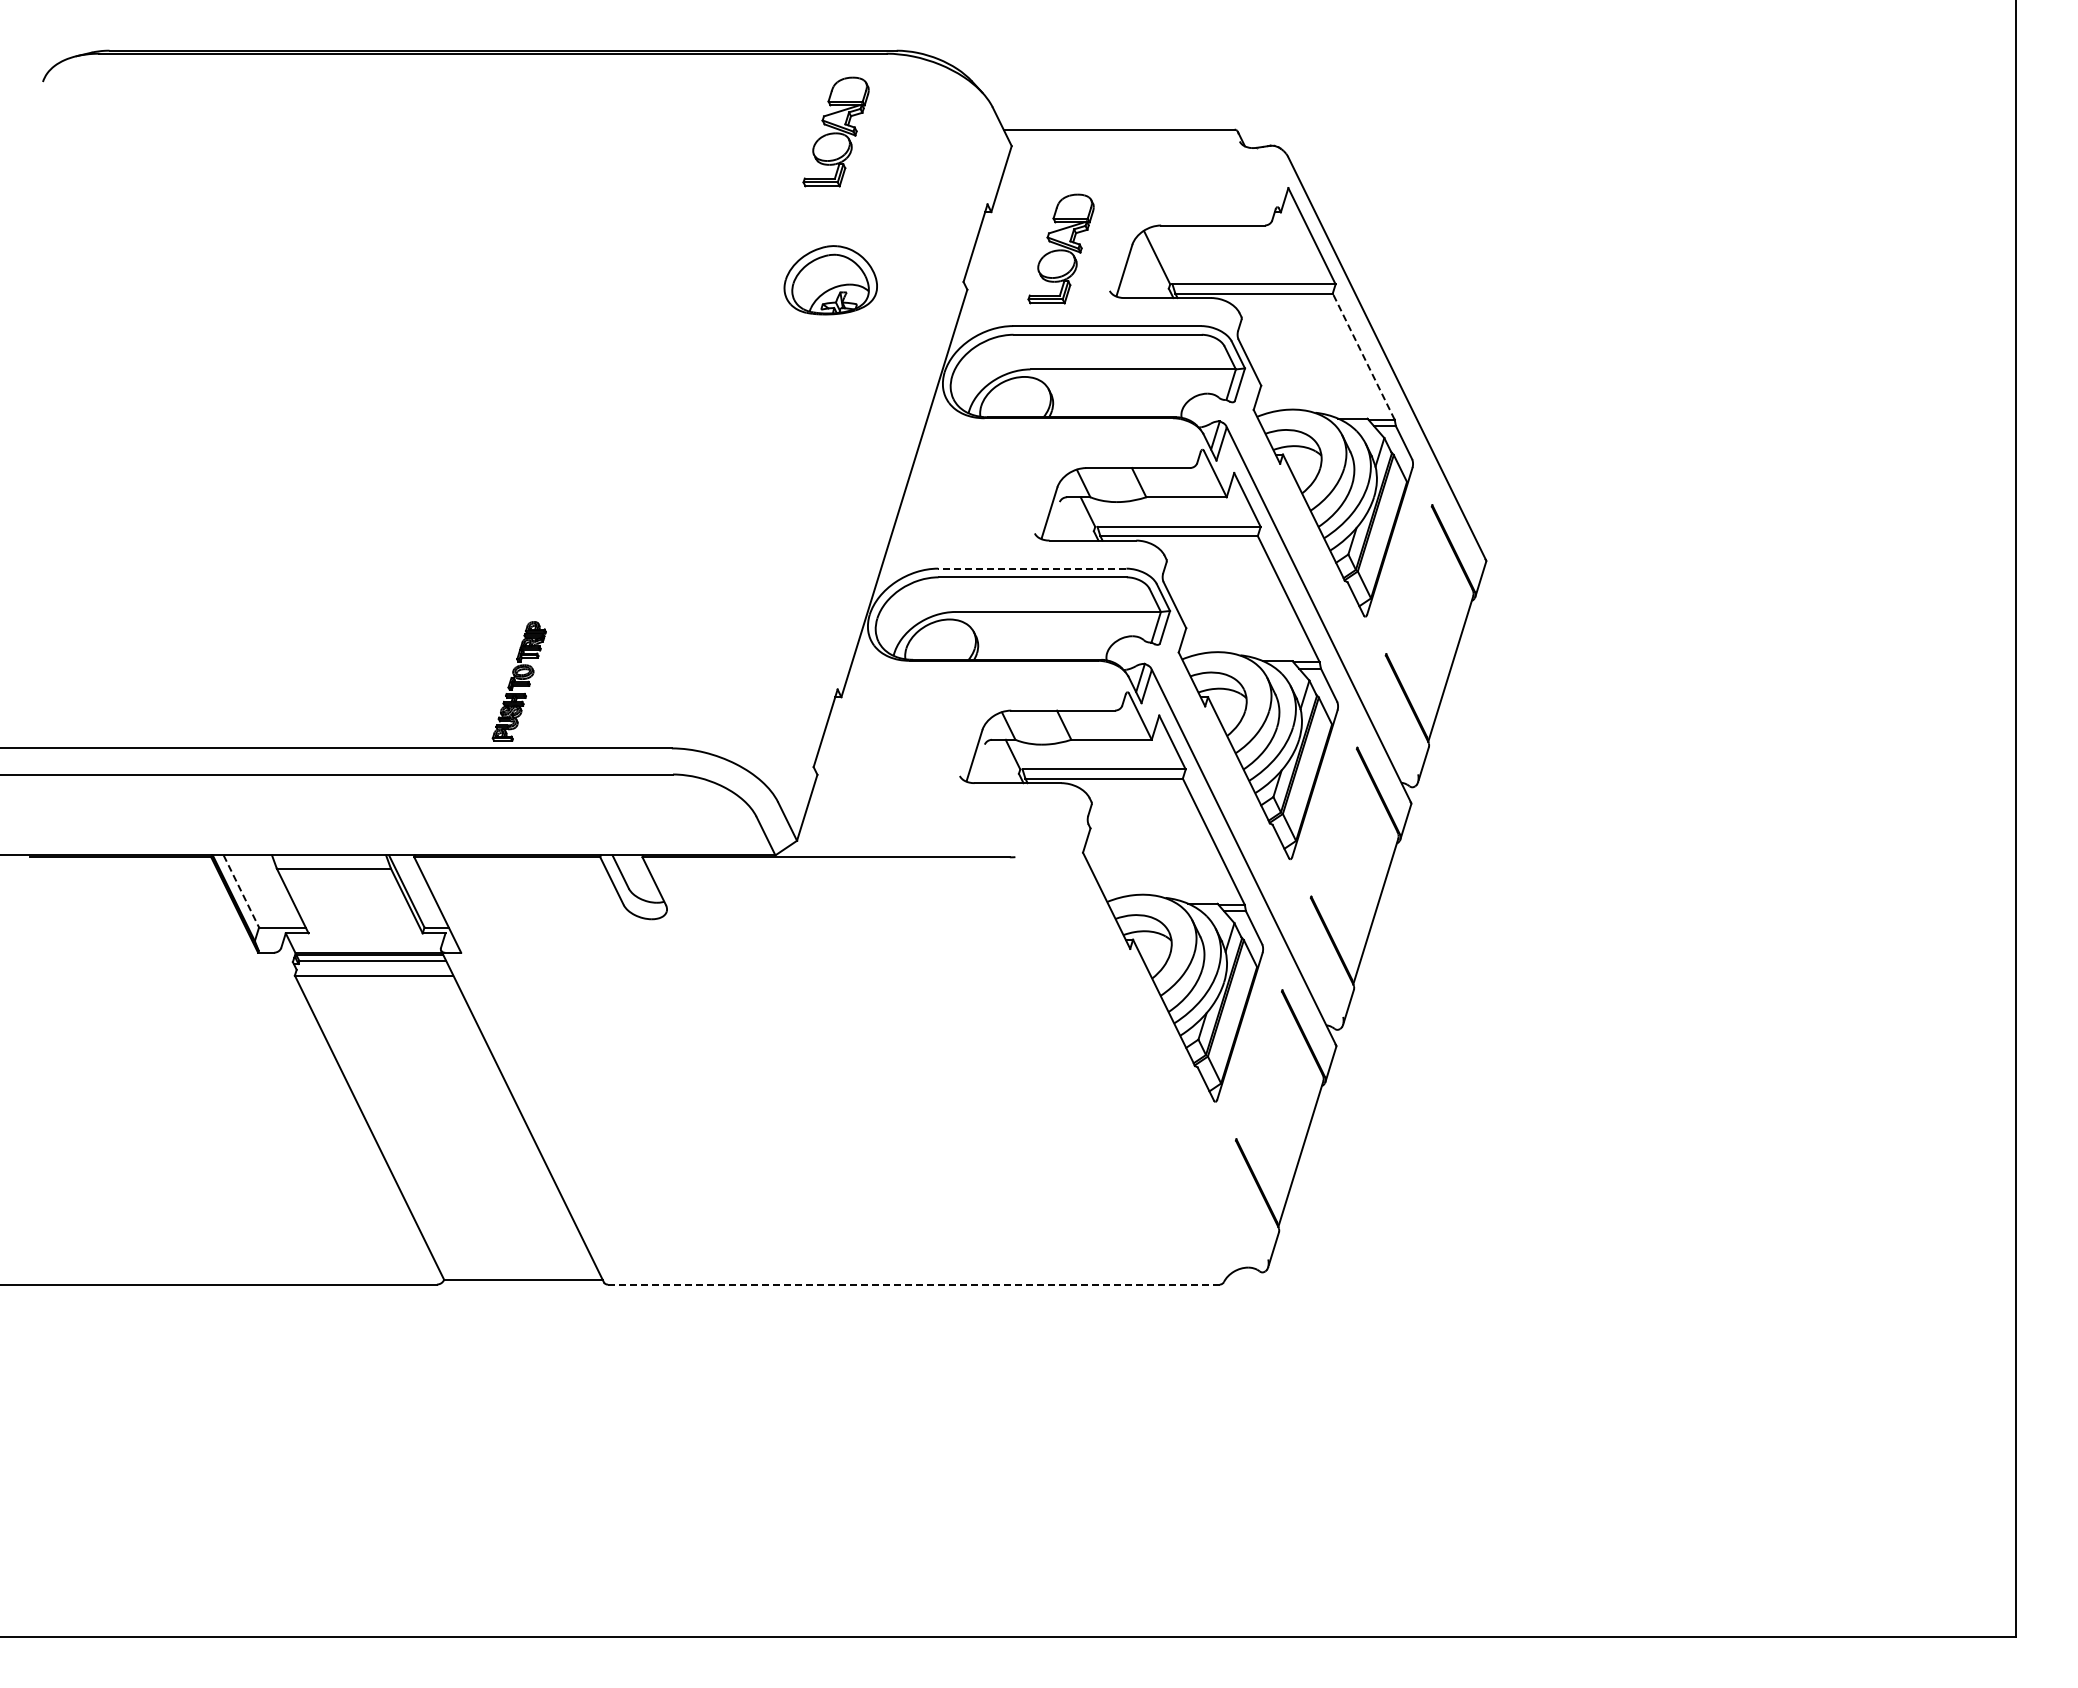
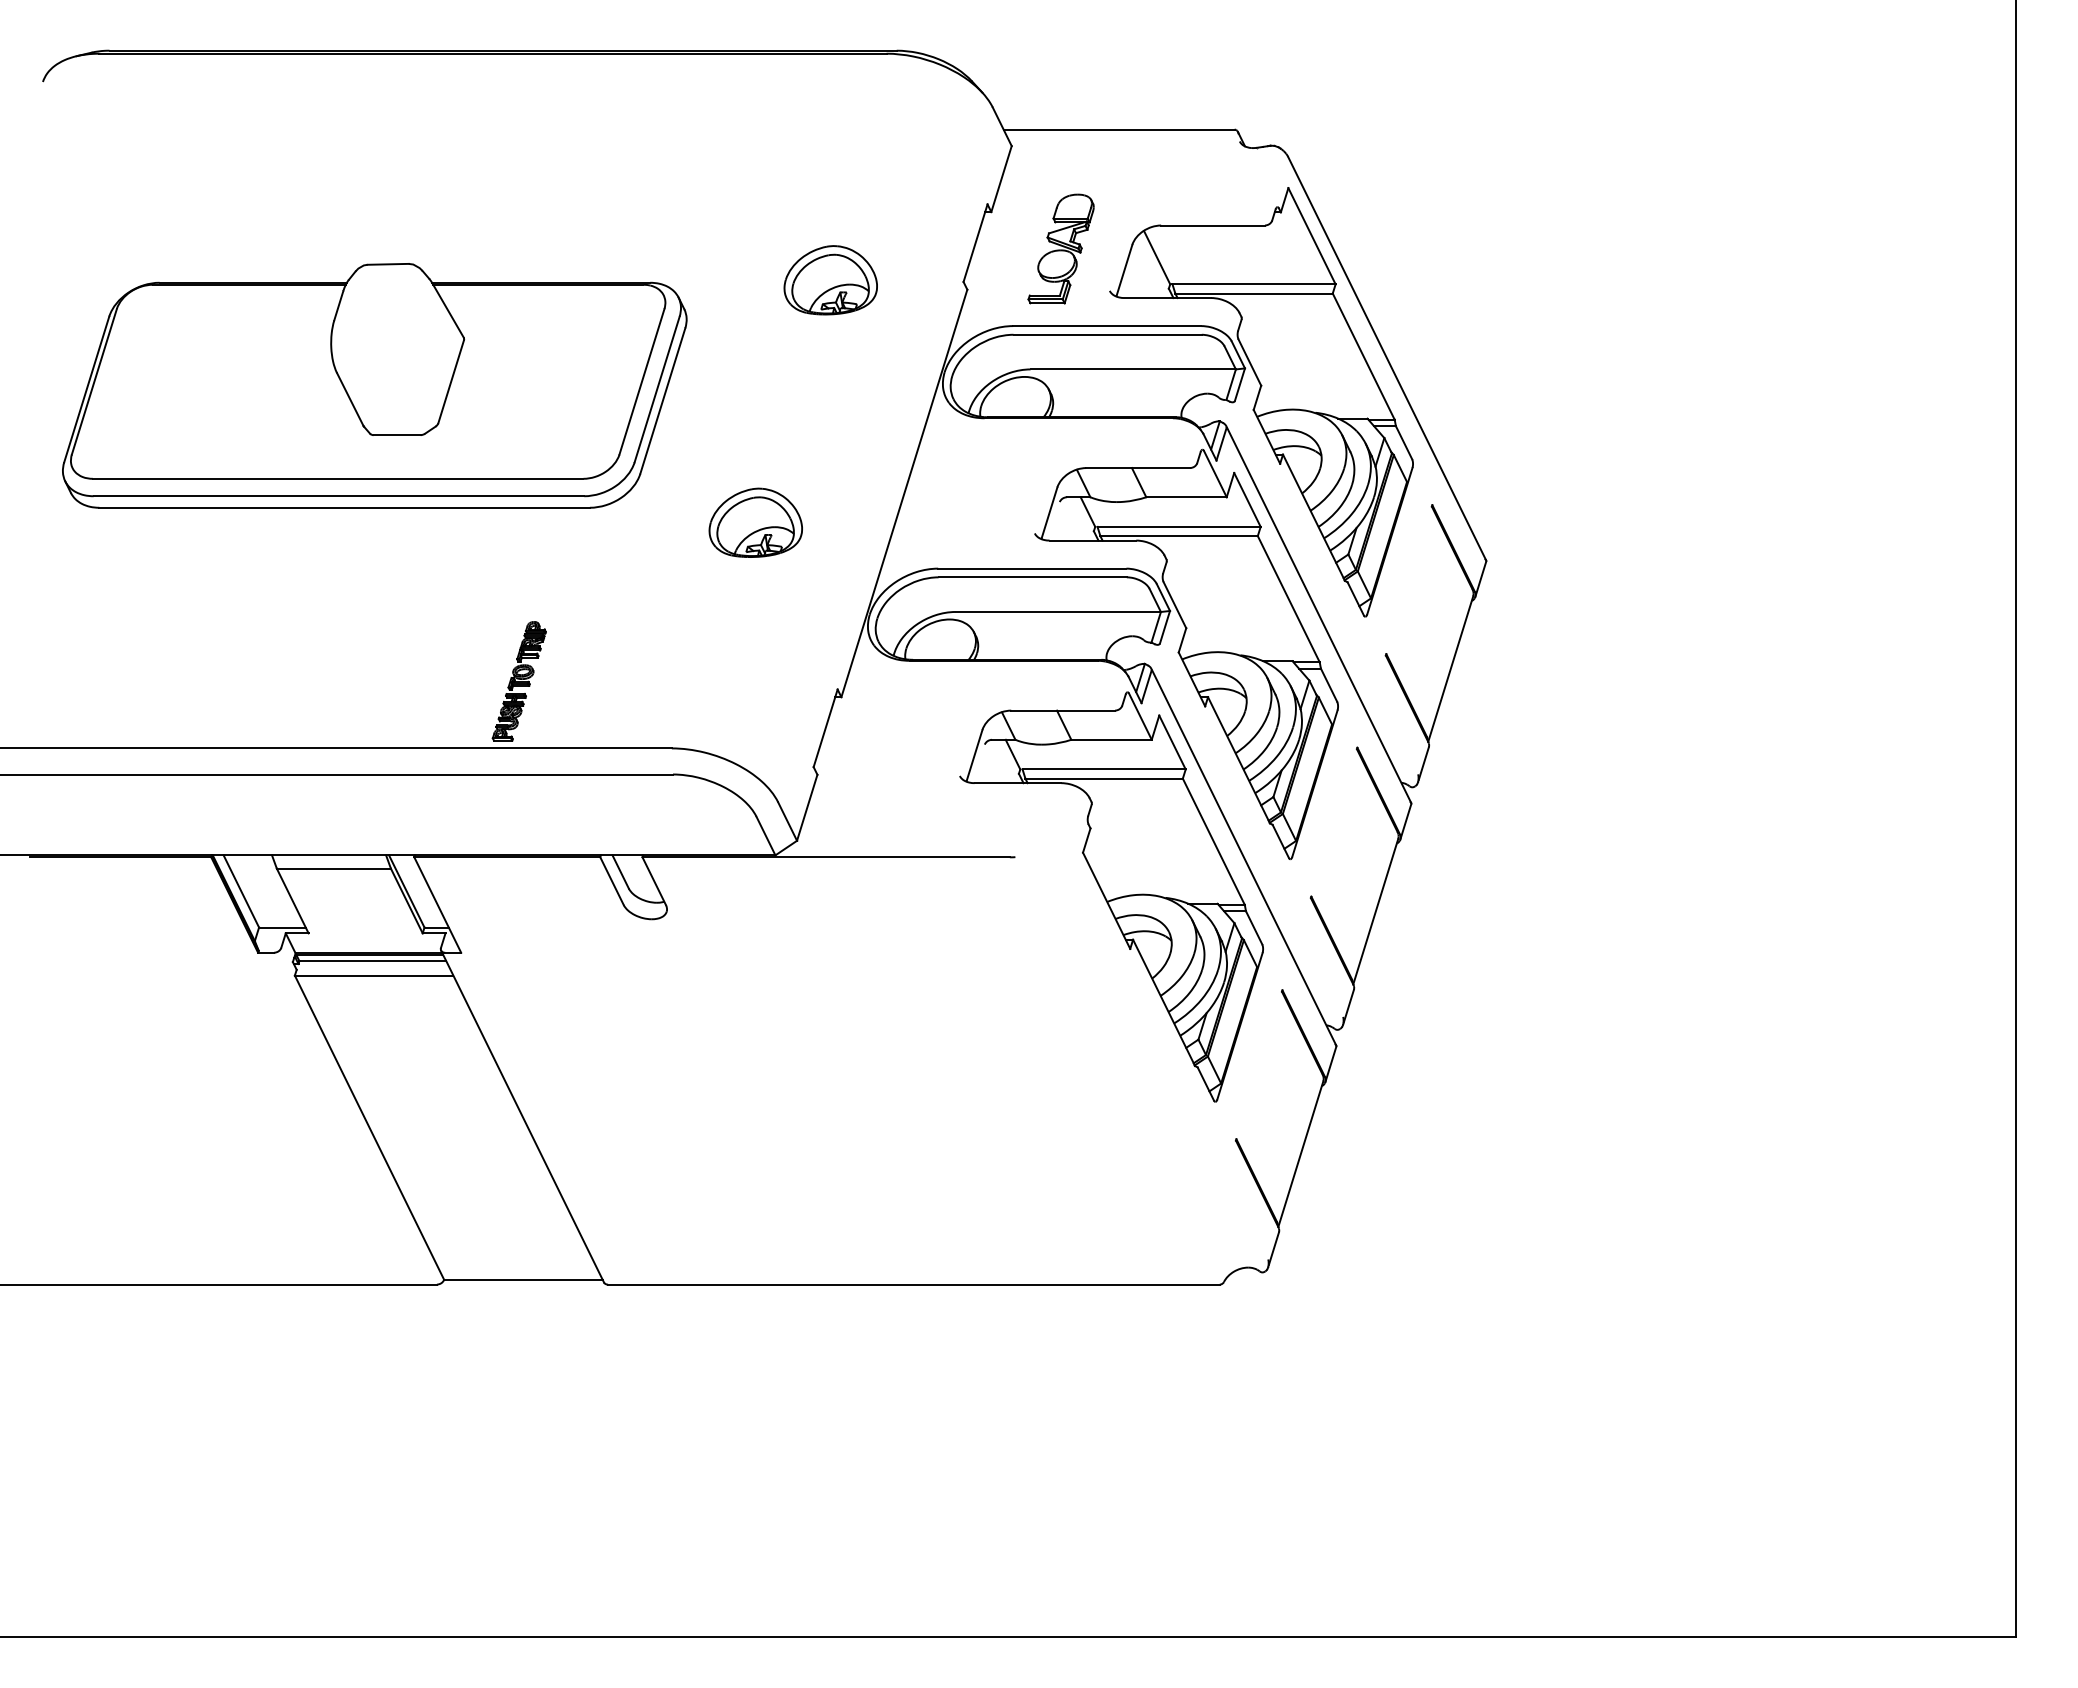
part at (835, 131): present -> none
line at (1363, 356): dashed -> solid
part at (374, 385): none -> present
part at (755, 522): none -> present
line at (1031, 568): dashed -> solid
line at (241, 891): dashed -> solid
line at (913, 1284): dashed -> solid
